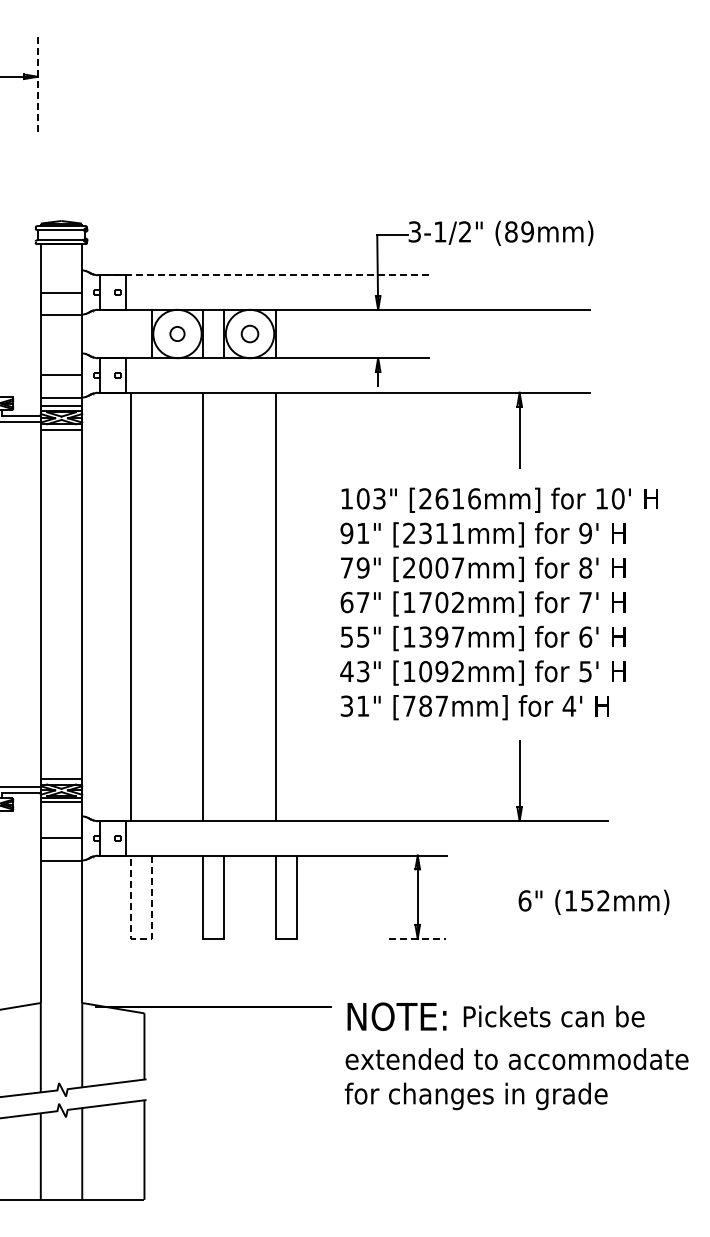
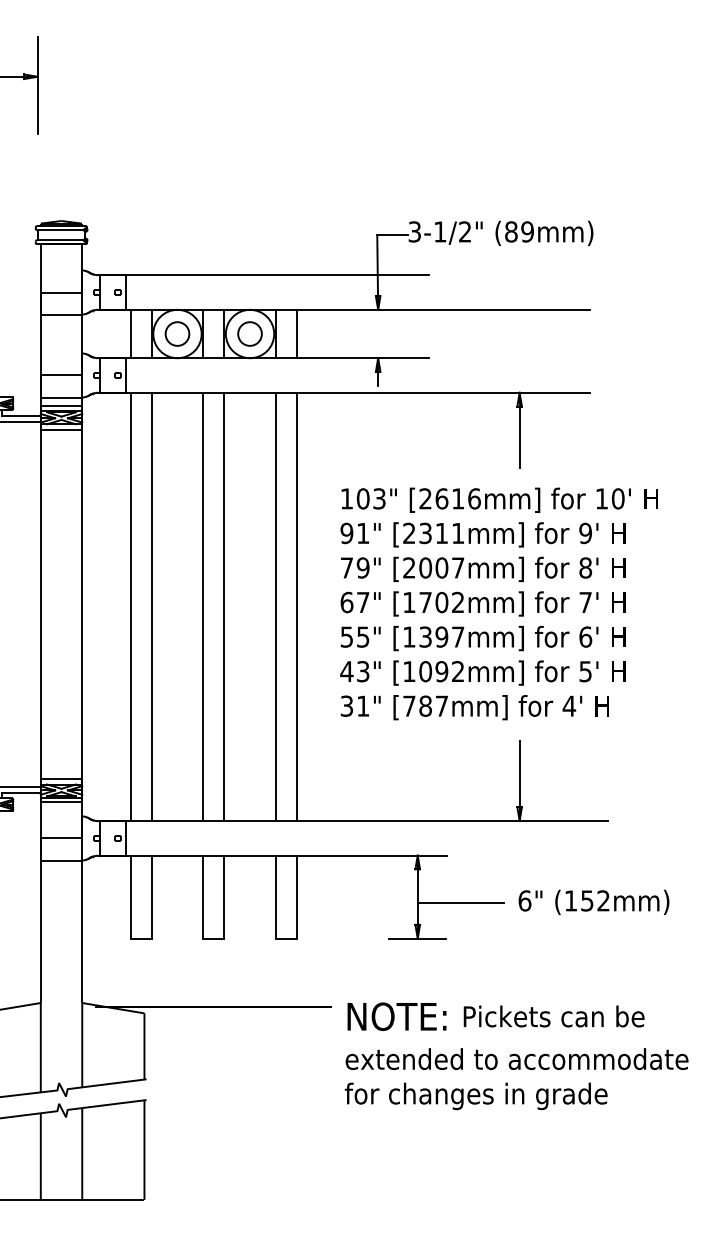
line at (37, 85): dashed -> solid
line at (263, 275): dashed -> solid
line at (130, 333): none -> present
circle at (177, 333) size: 17x16 px -> 27x26 px
circle at (249, 333) size: 20x20 px -> 26x26 px
line at (296, 333): none -> present
line at (151, 606): none -> present
line at (224, 606): none -> present
line at (296, 606): none -> present
line at (460, 902): none -> present
line at (140, 938): dashed -> solid
line at (418, 938): dashed -> solid
